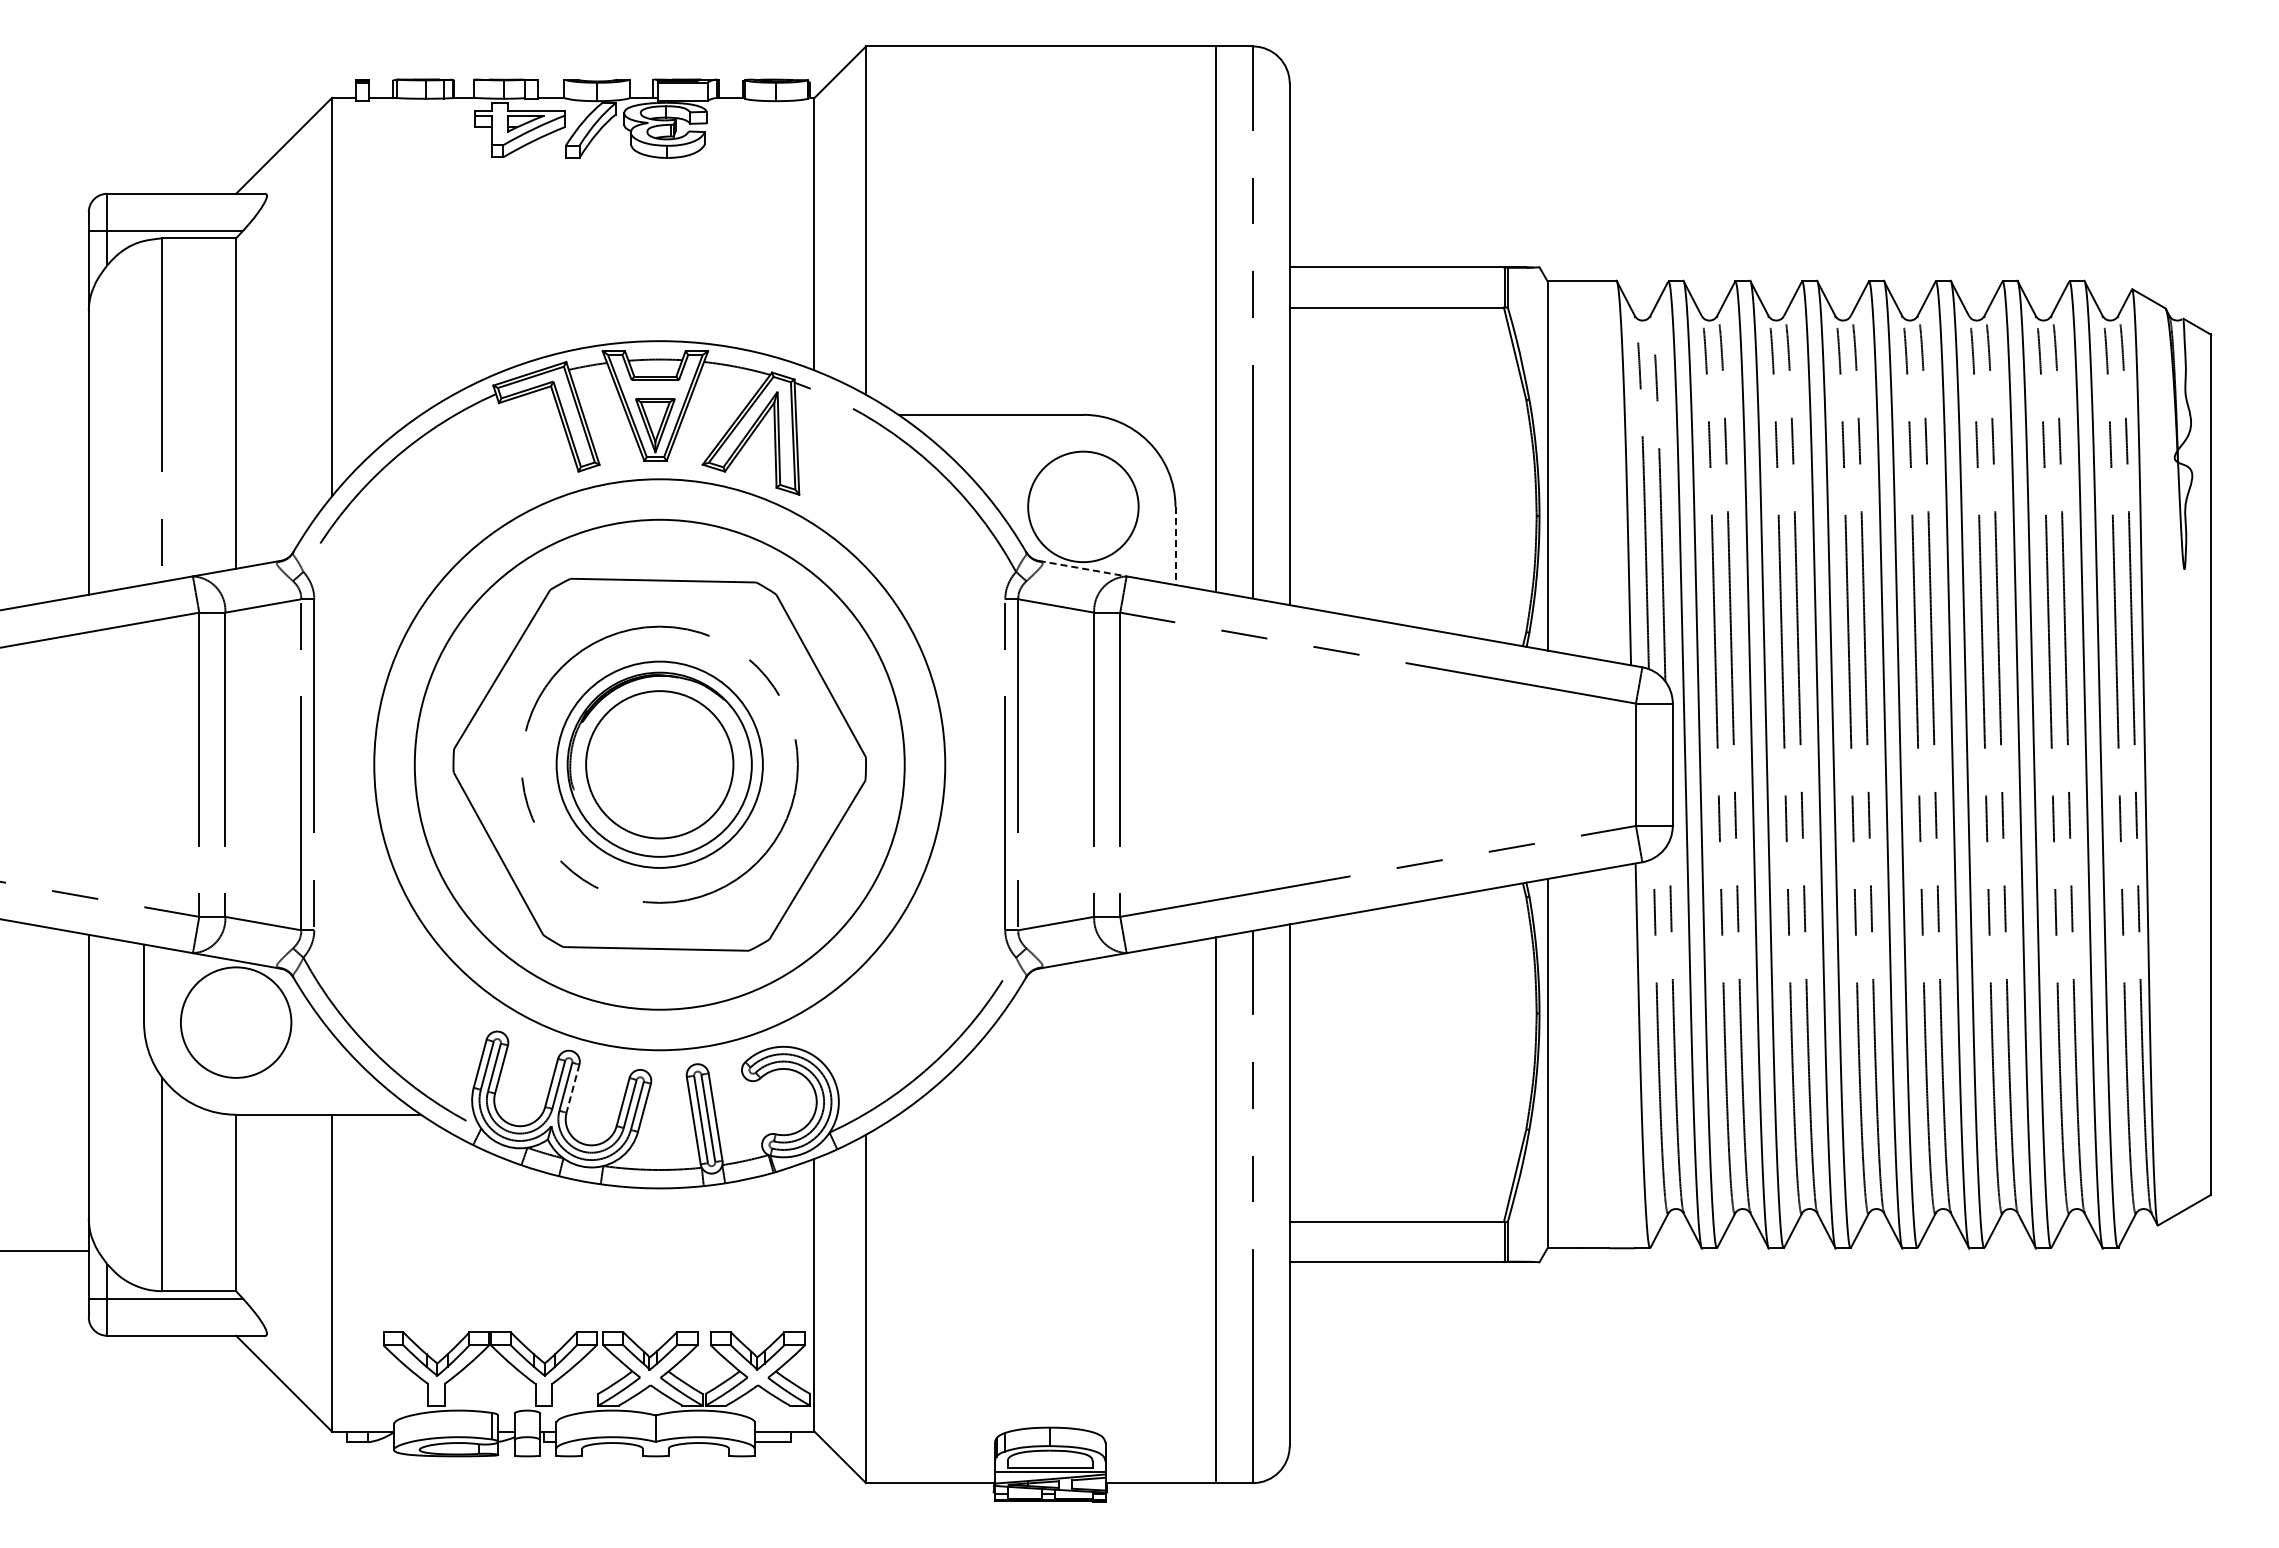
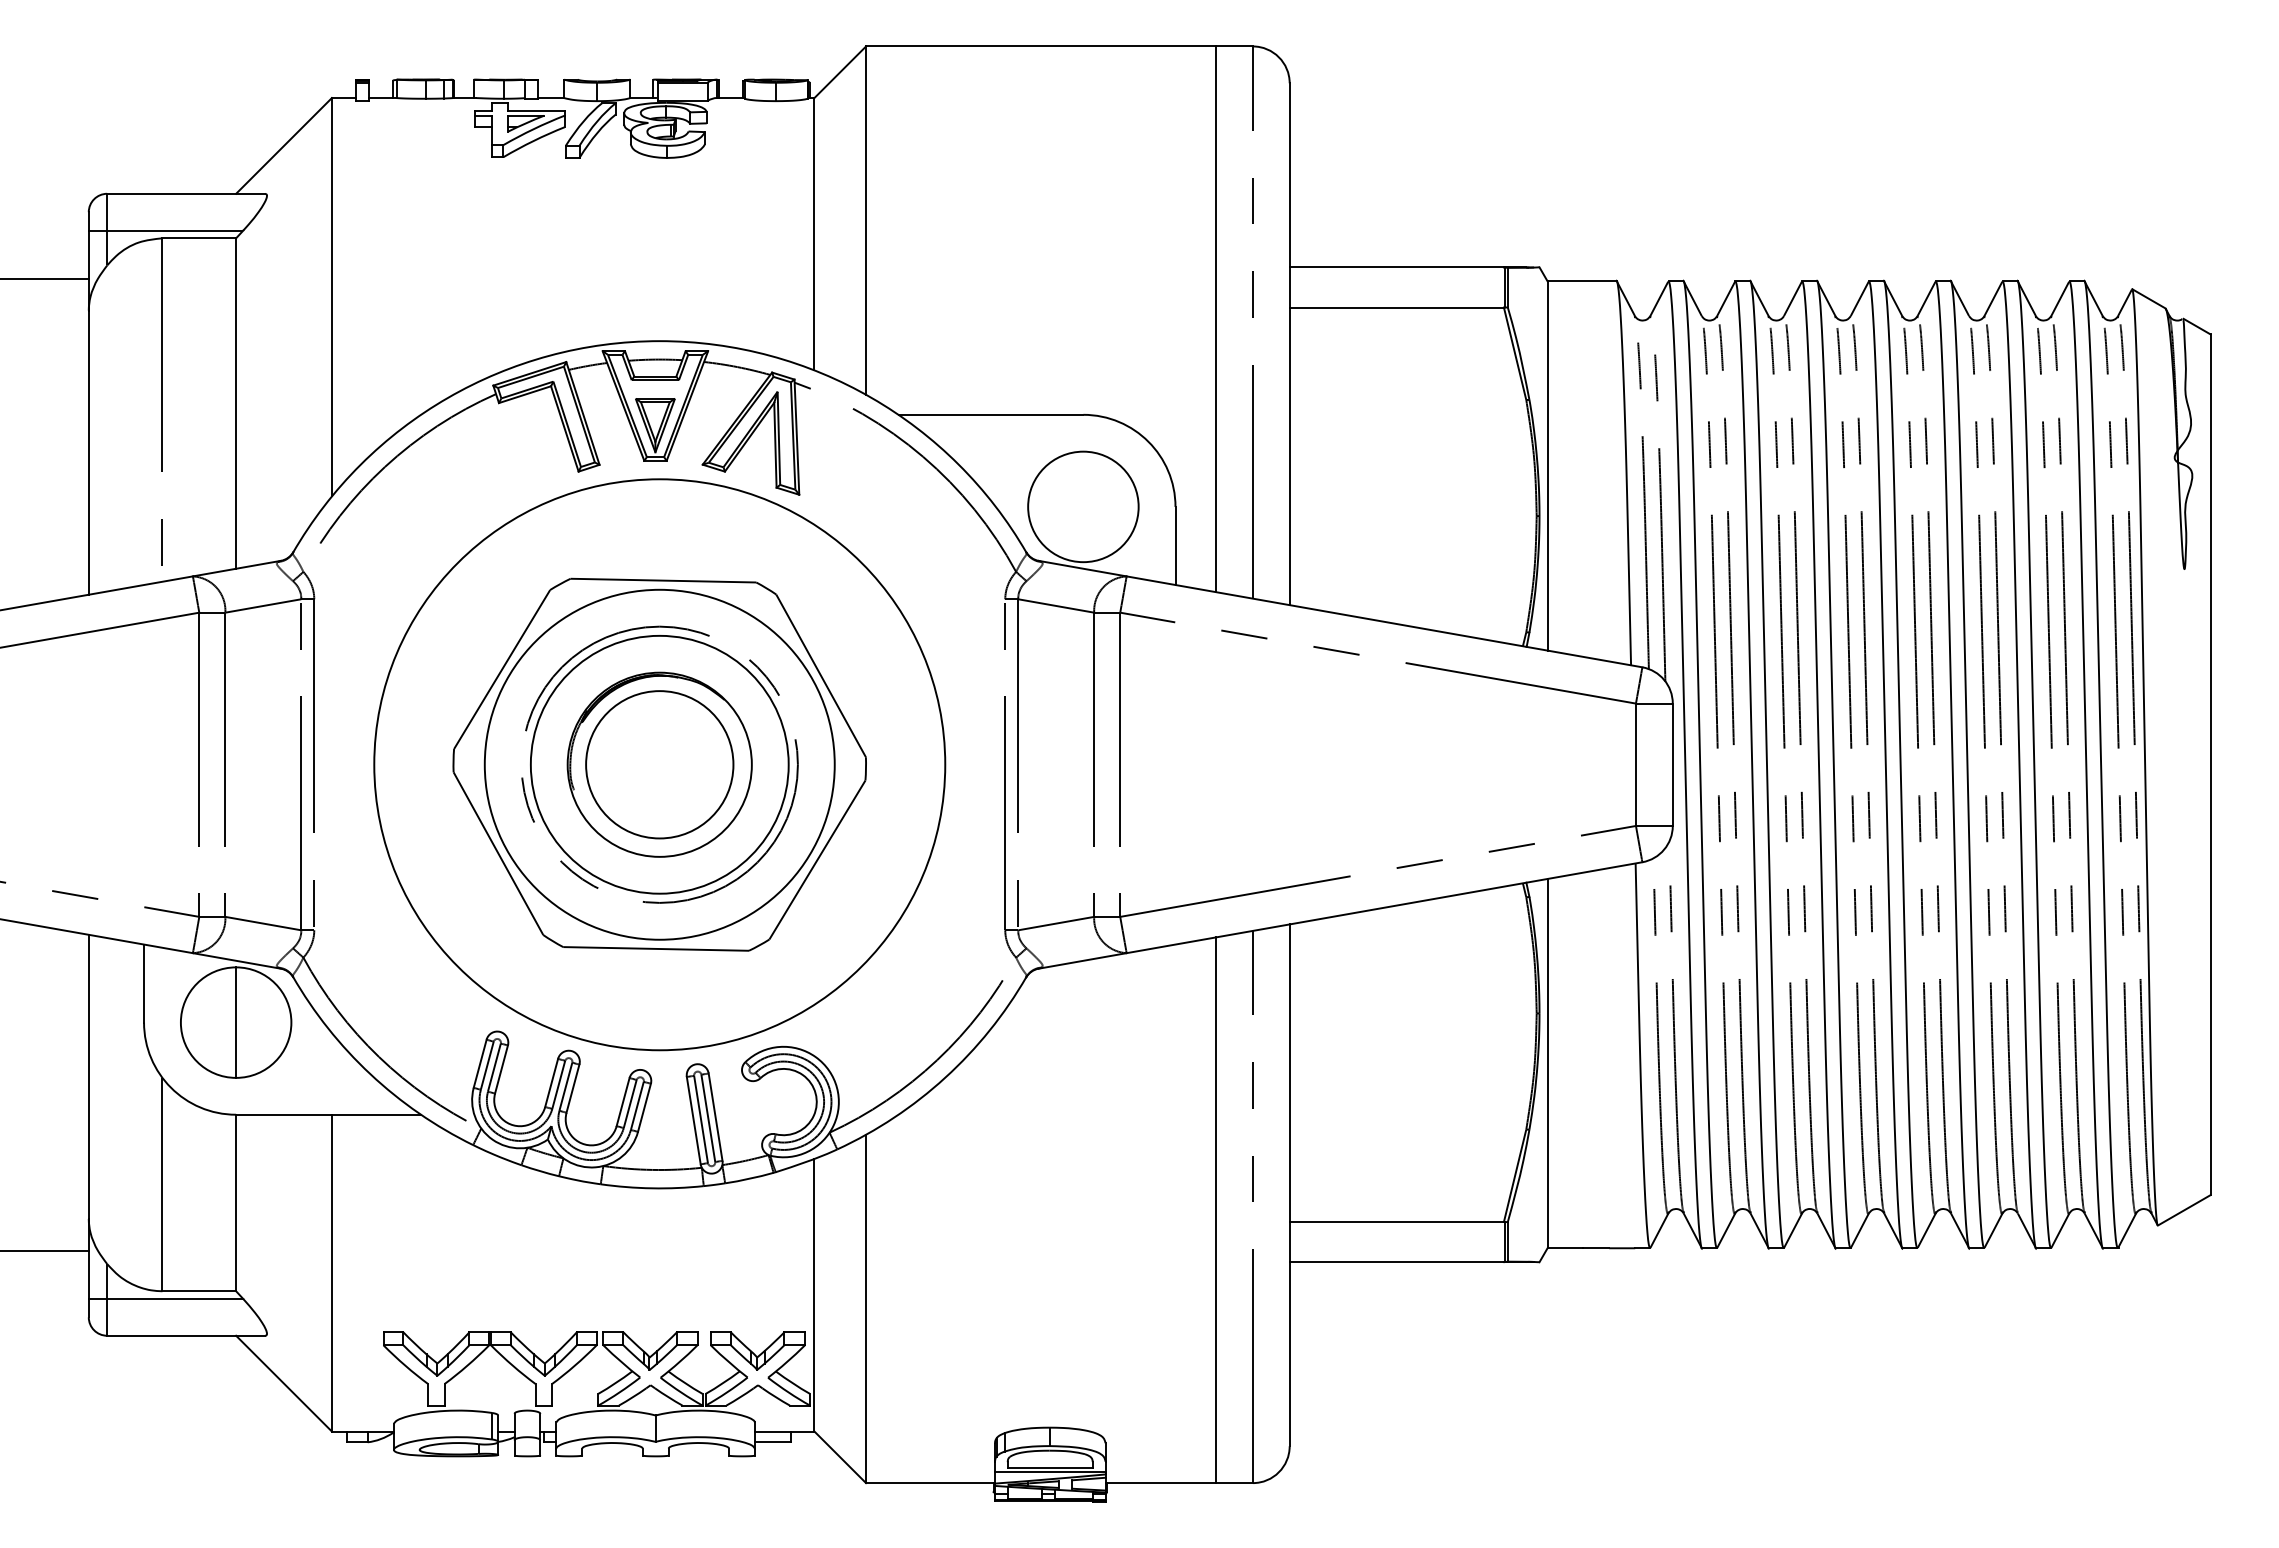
line at (45, 278): none -> present
line at (1175, 546): dashed -> solid
line at (1082, 568): dashed -> solid
circle at (659, 764) diameter: 206 px -> 258 px
circle at (659, 764) diameter: 490 px -> 350 px
line at (236, 1022): none -> present
line at (572, 1088): dashed -> solid
